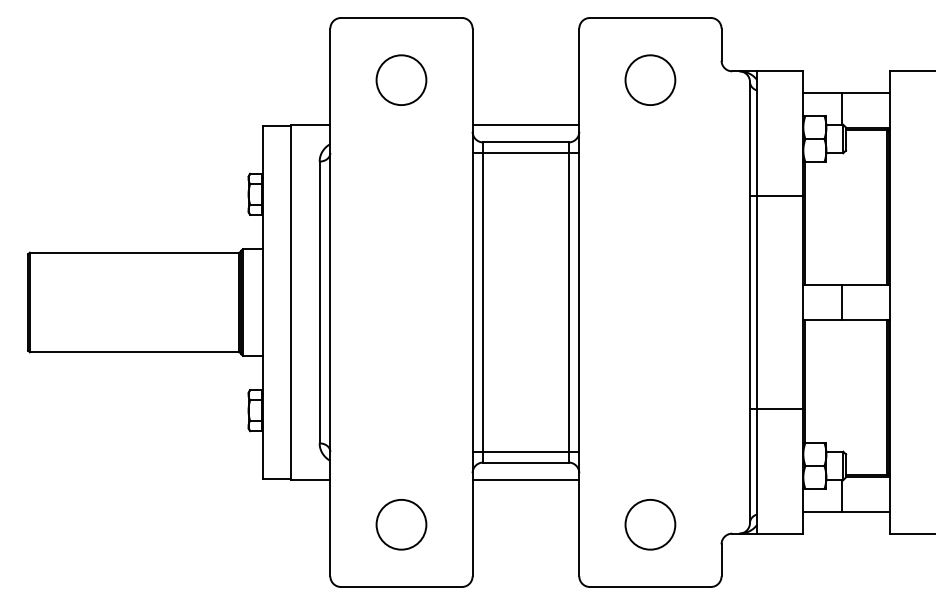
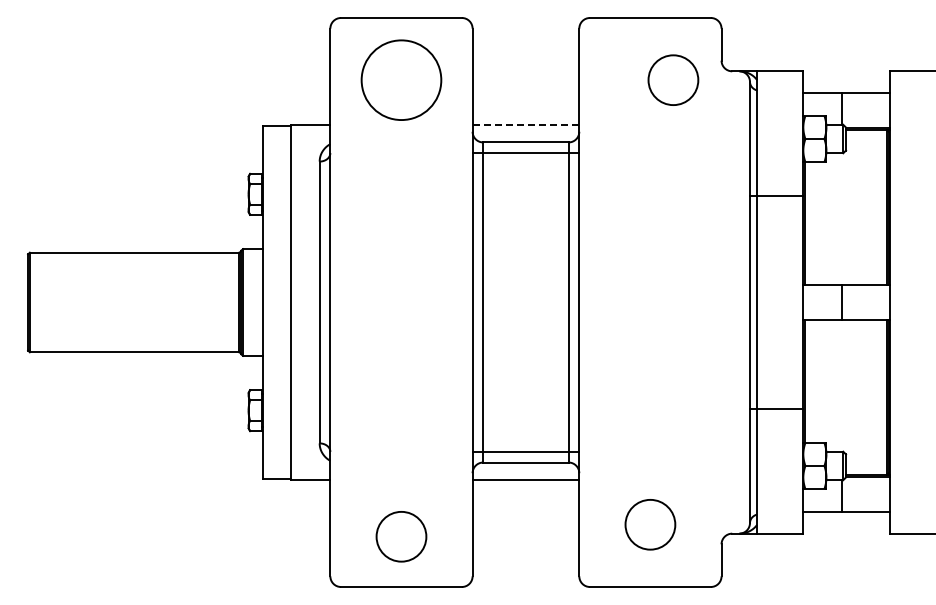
circle at (650, 79) position: (650, 79) -> (673, 79)
circle at (401, 80) diameter: 50 px -> 80 px
line at (526, 124): solid -> dashed
circle at (401, 524) position: (401, 524) -> (401, 536)
